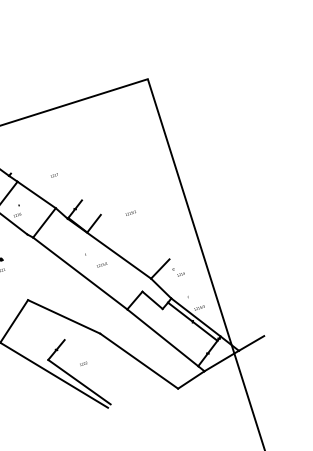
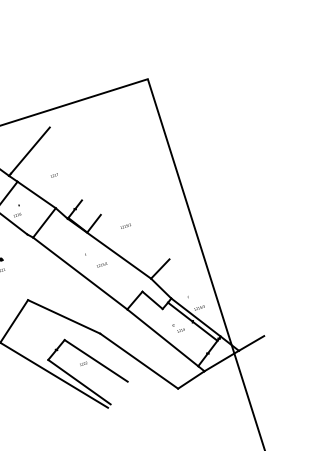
line at (29, 150): none -> present
text at (130, 212) position: (130, 212) -> (125, 225)
part at (178, 272) position: (178, 272) -> (178, 328)
line at (95, 360): none -> present
